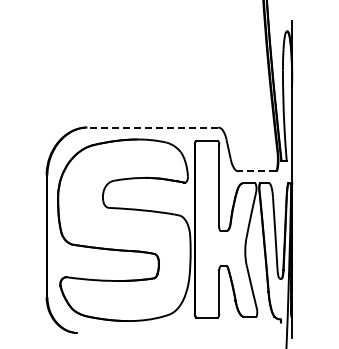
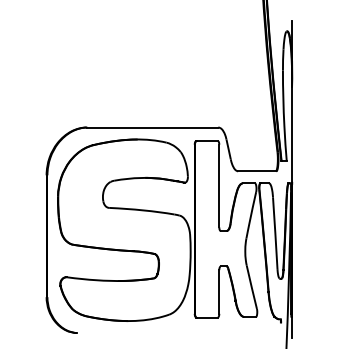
line at (152, 127): dashed -> solid
line at (256, 171): dashed -> solid
